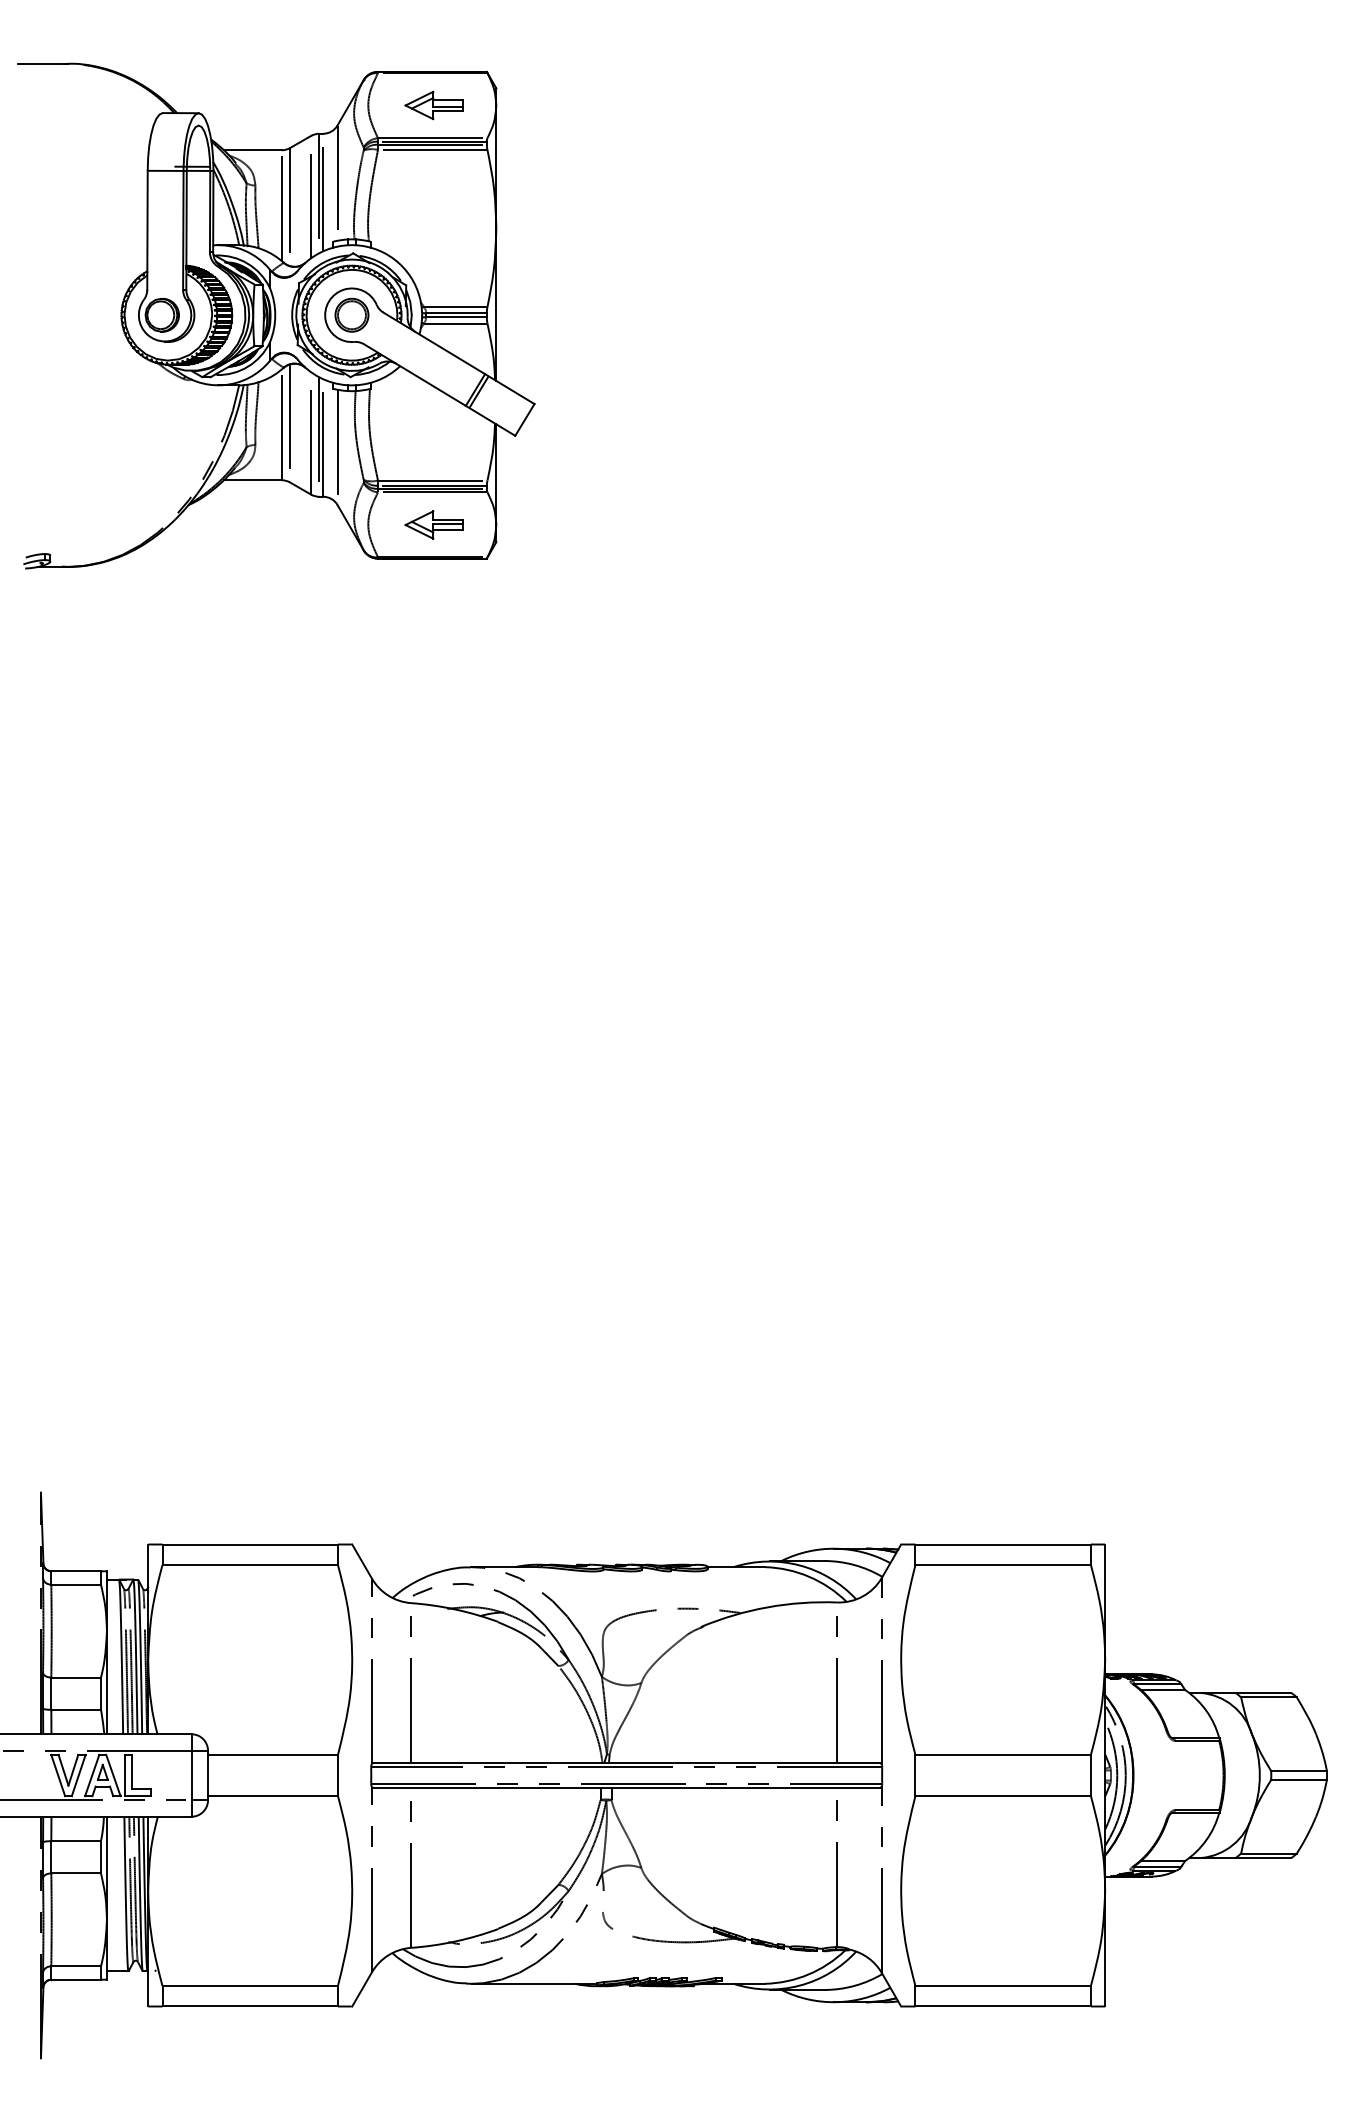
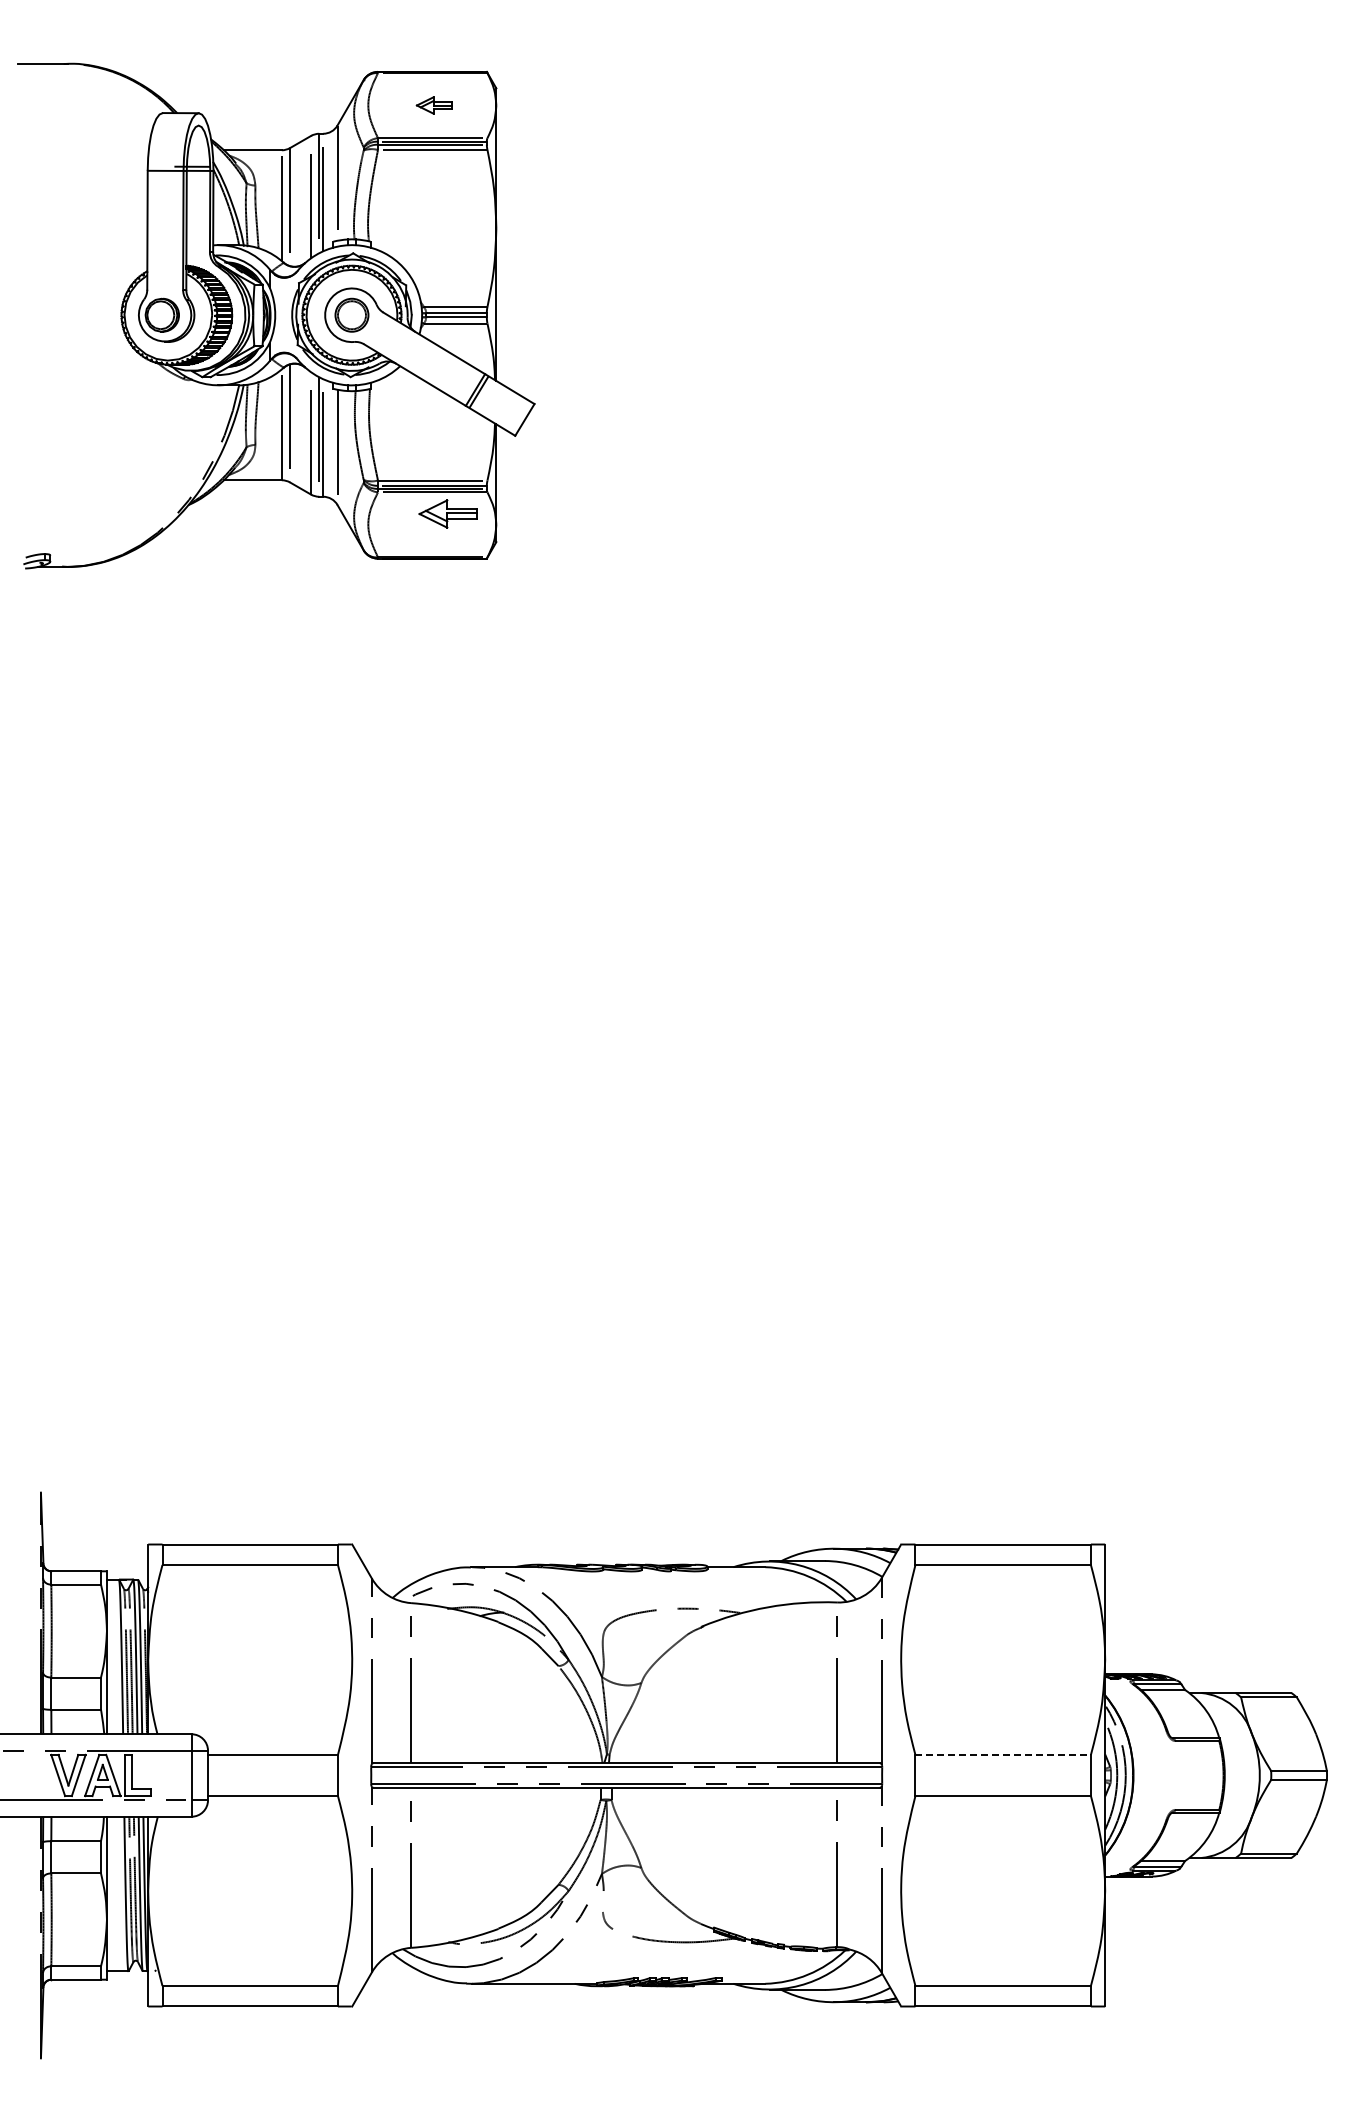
part at (433, 105) size: 60x31 px -> 38x19 px
part at (433, 524) position: (433, 524) -> (447, 513)
line at (1003, 1755): solid -> dashed
